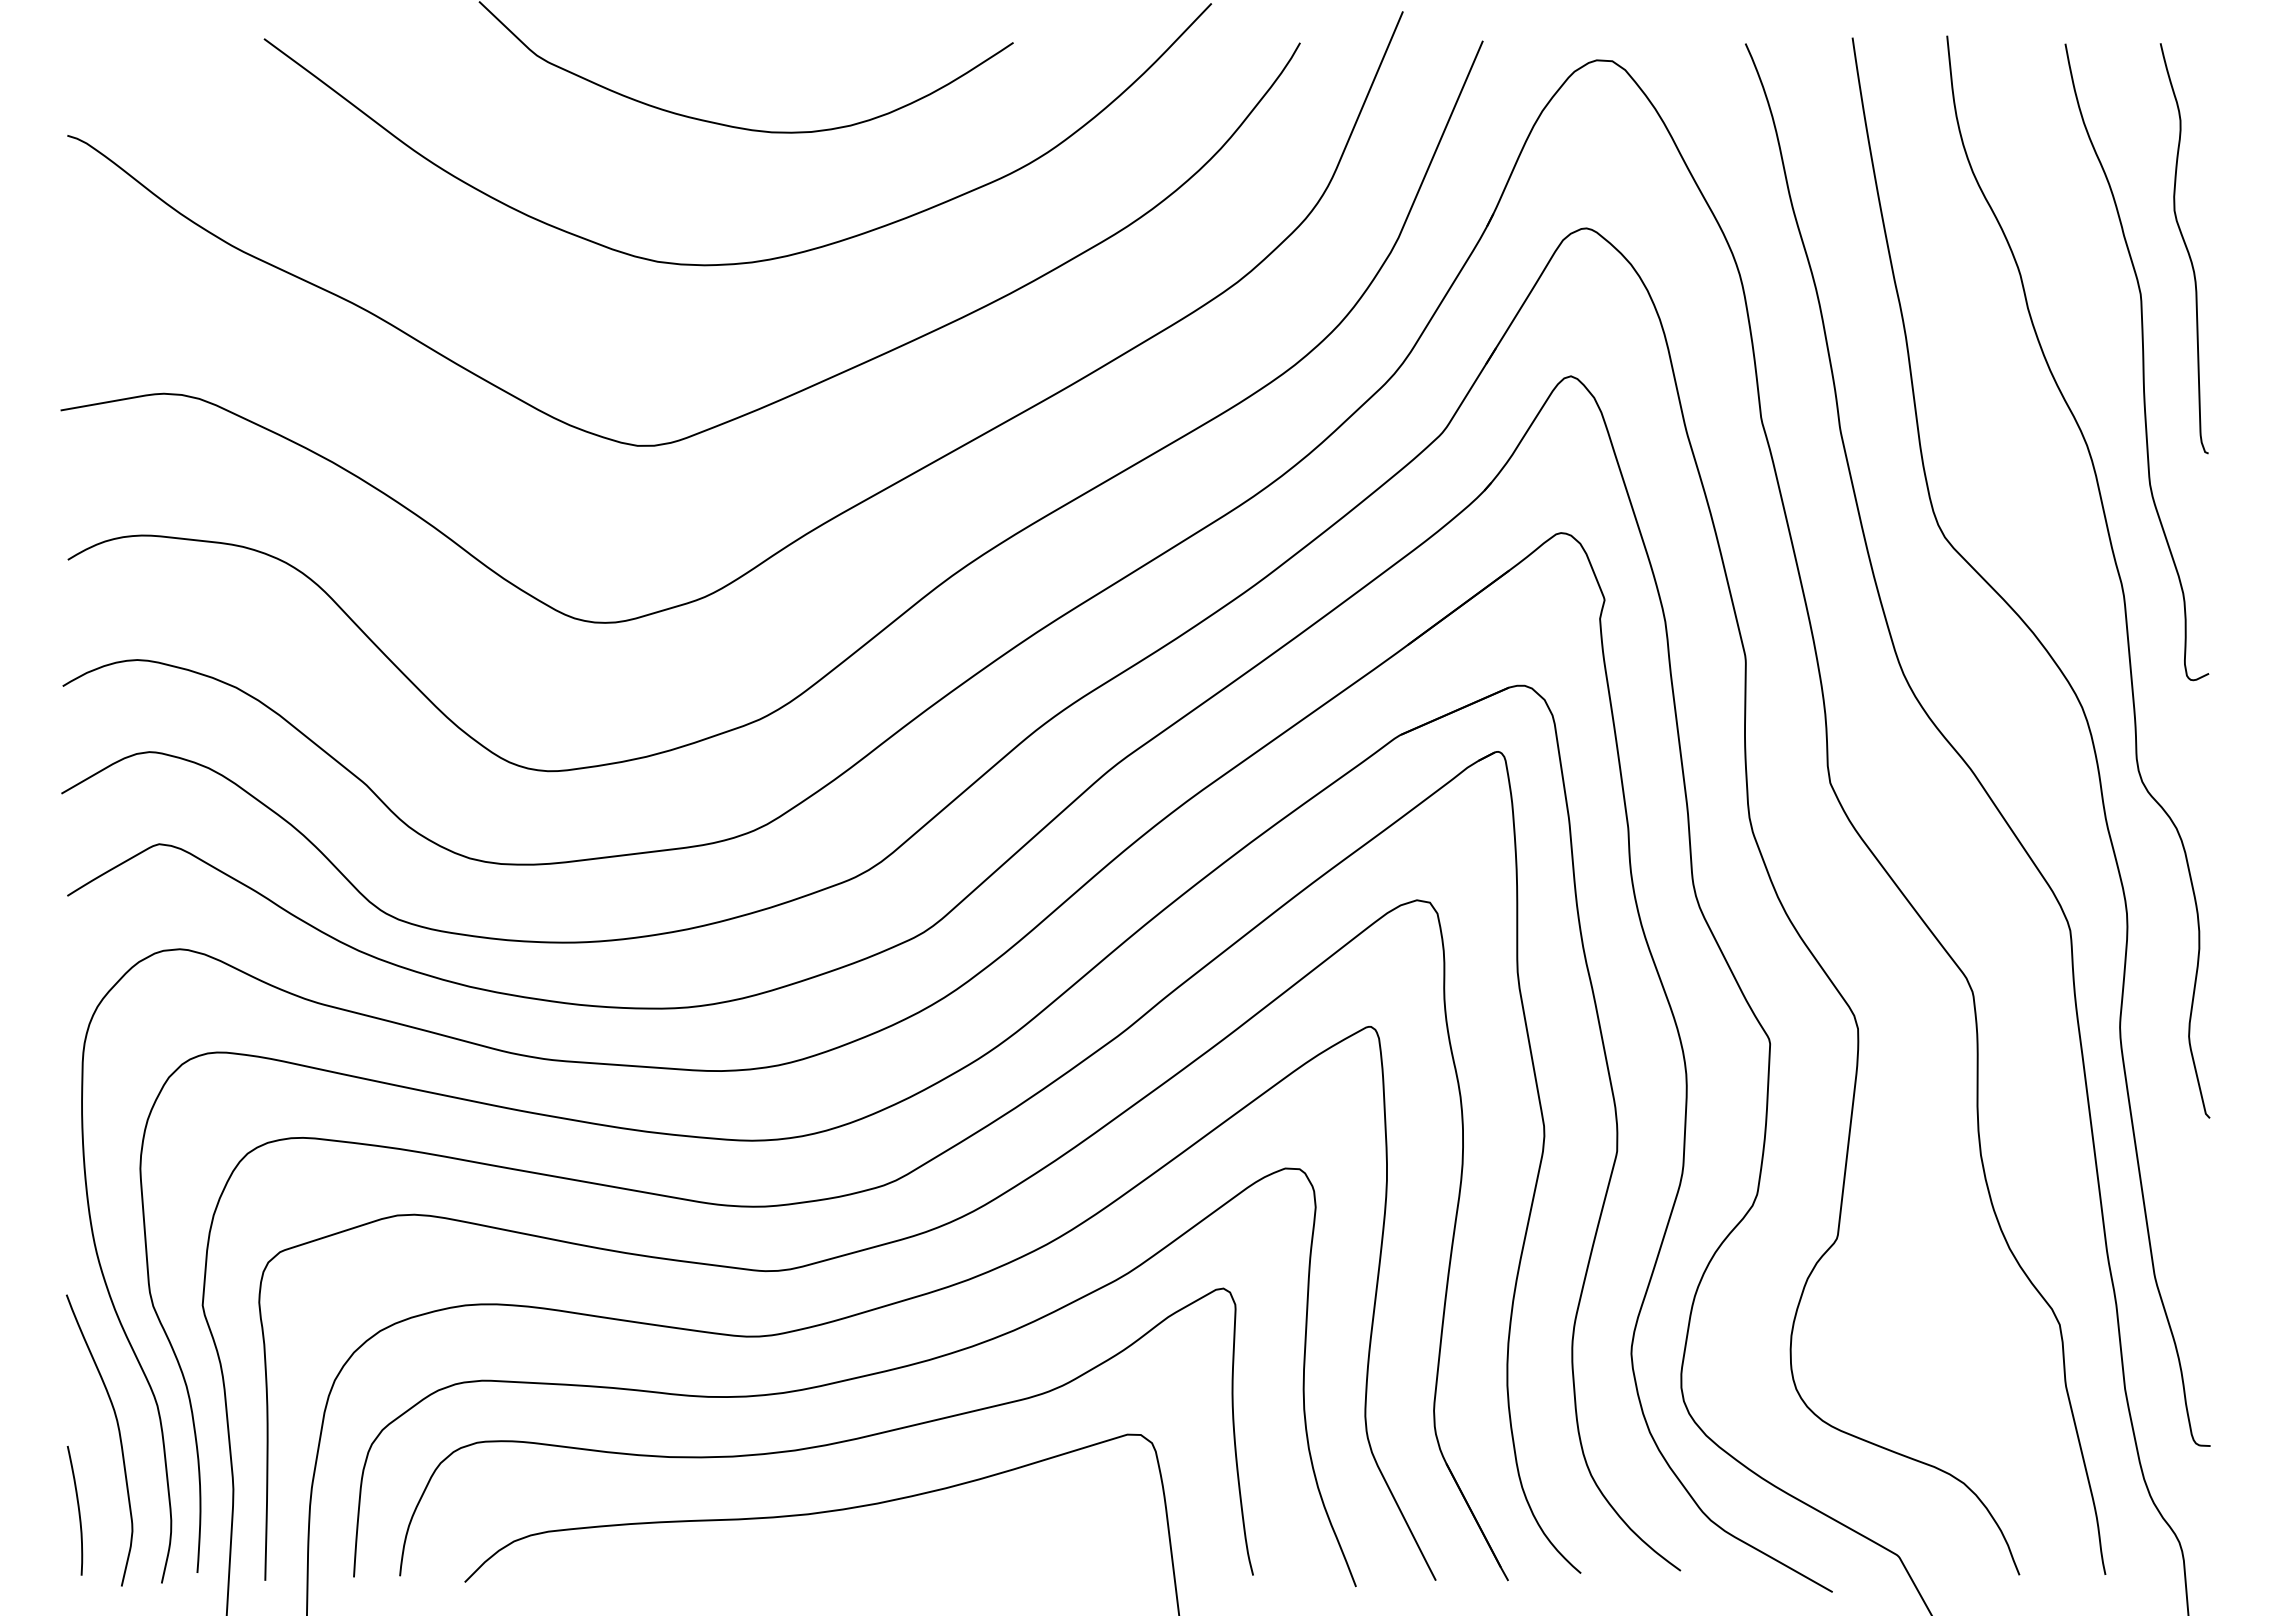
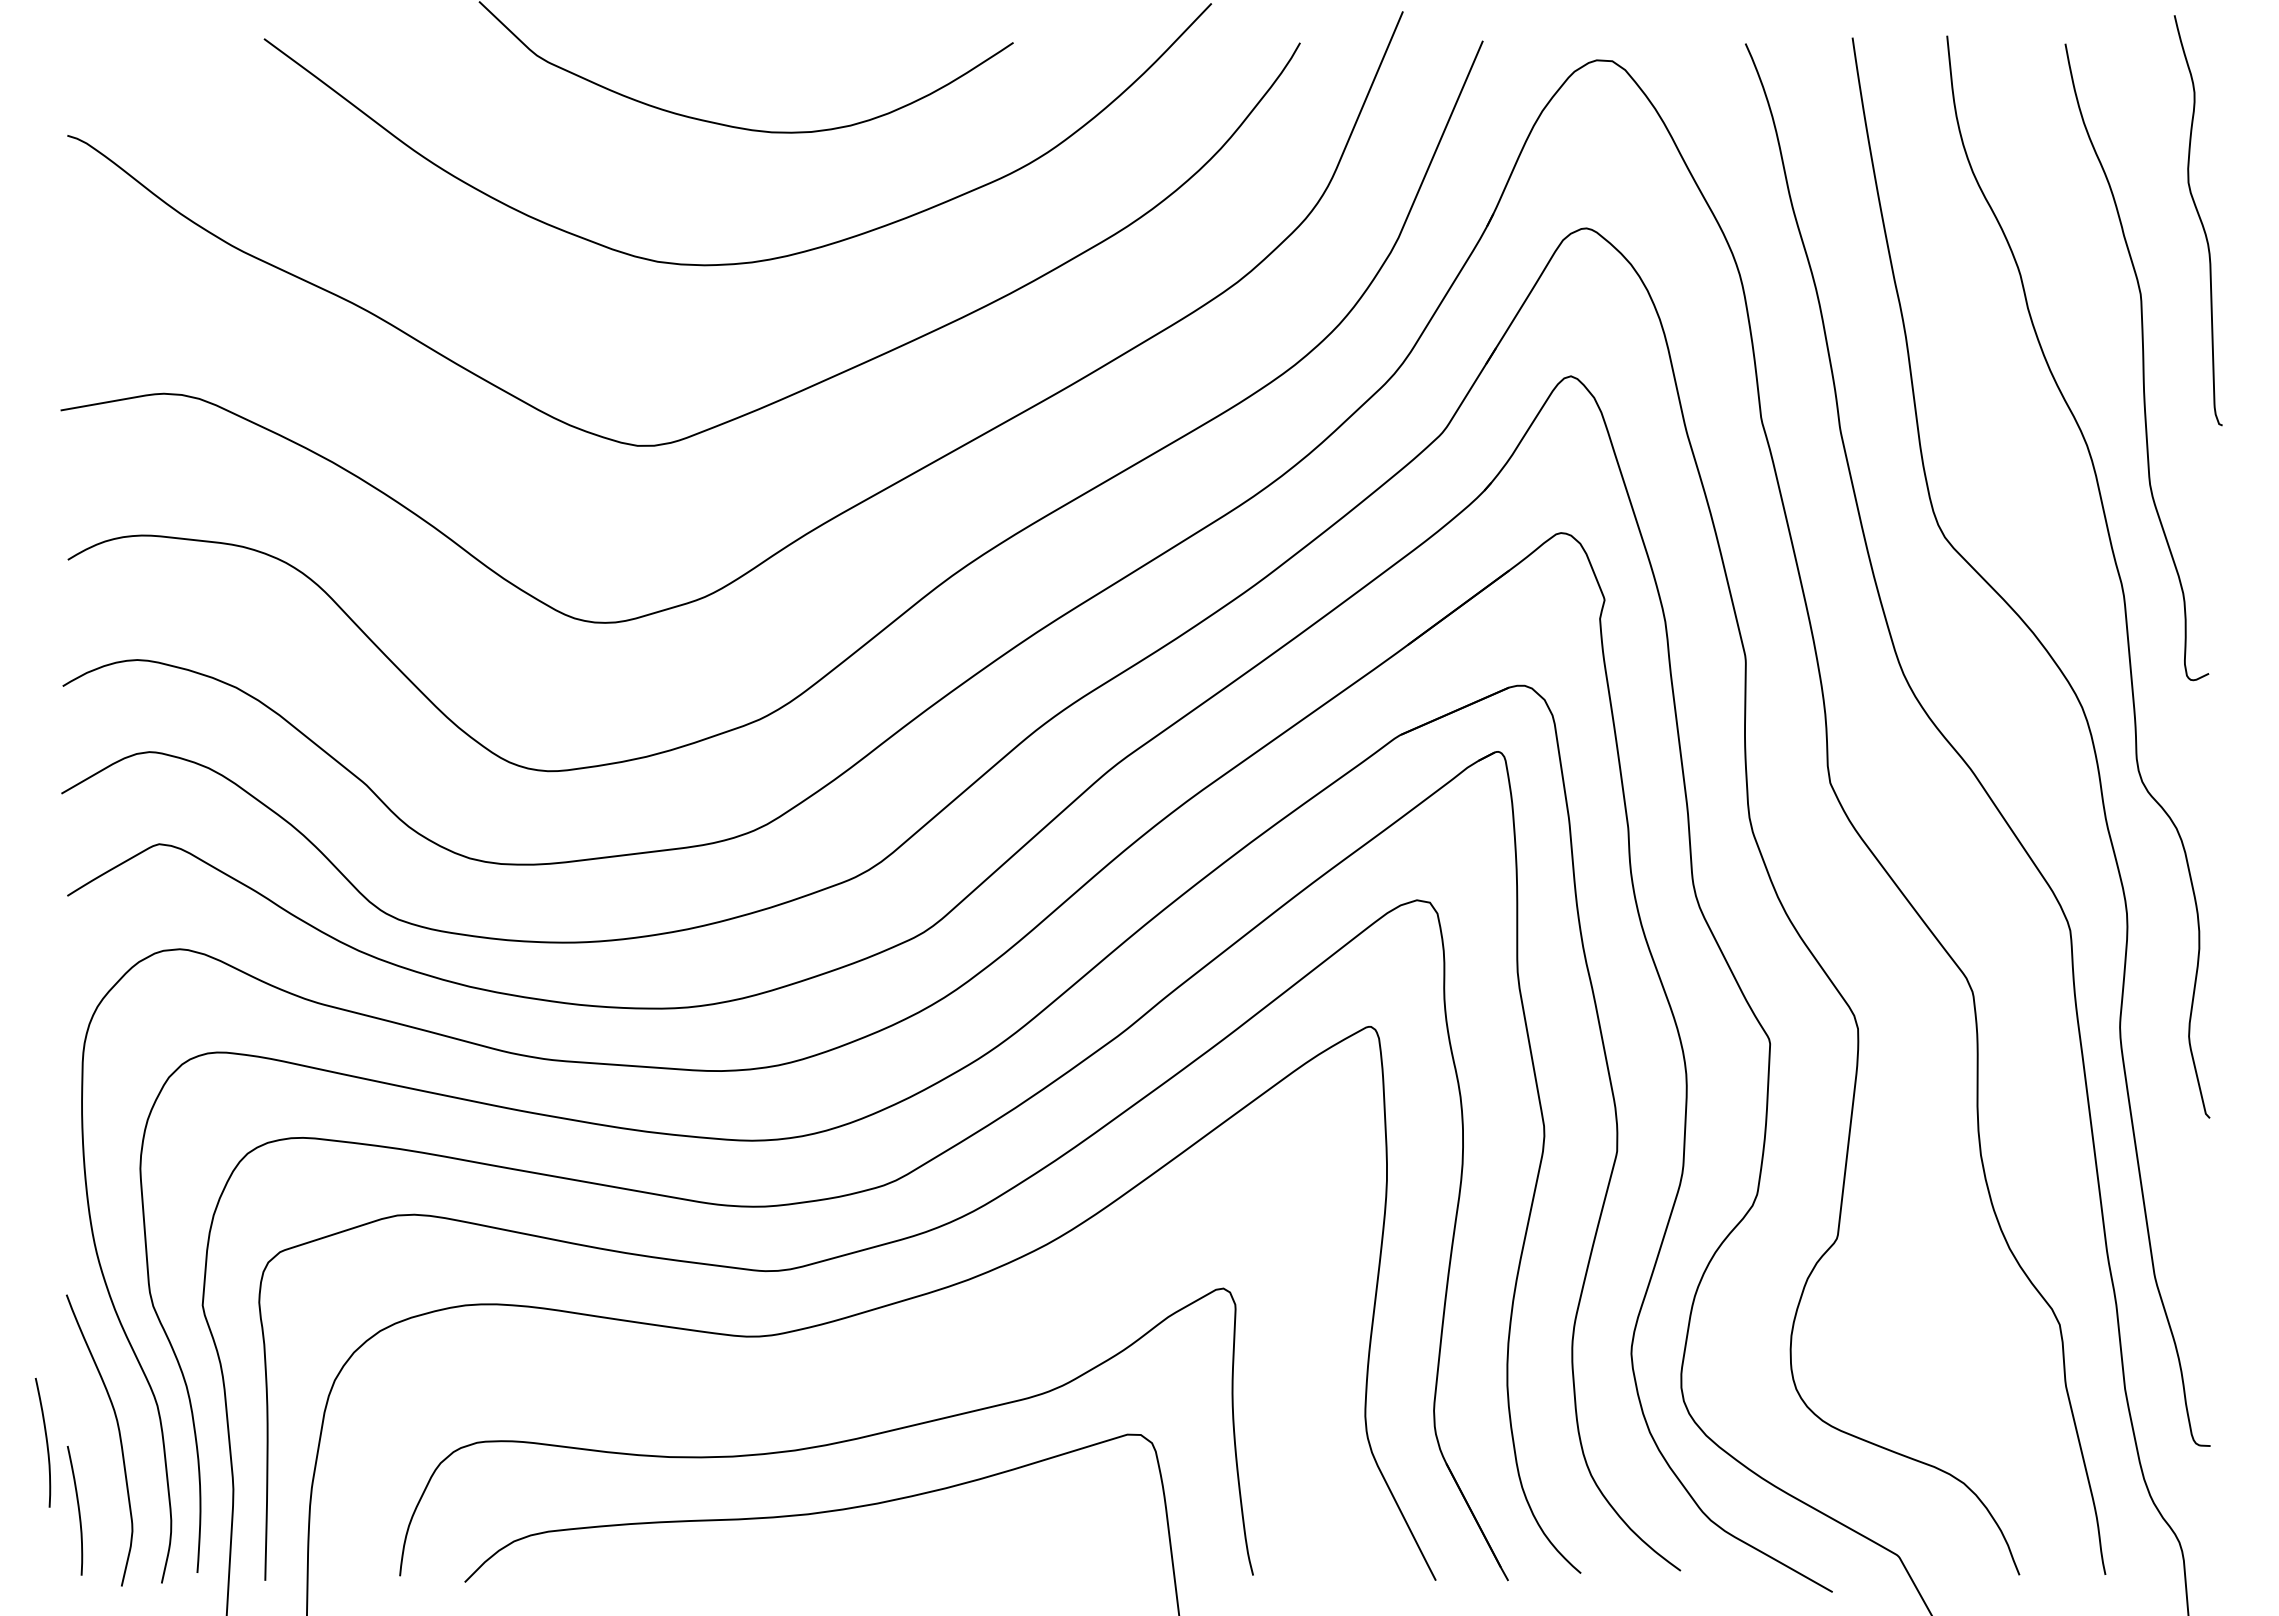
curve at (2185, 248) position: (2185, 248) -> (2199, 220)
curve at (854, 1377): present -> none
curve at (46, 1442): none -> present
